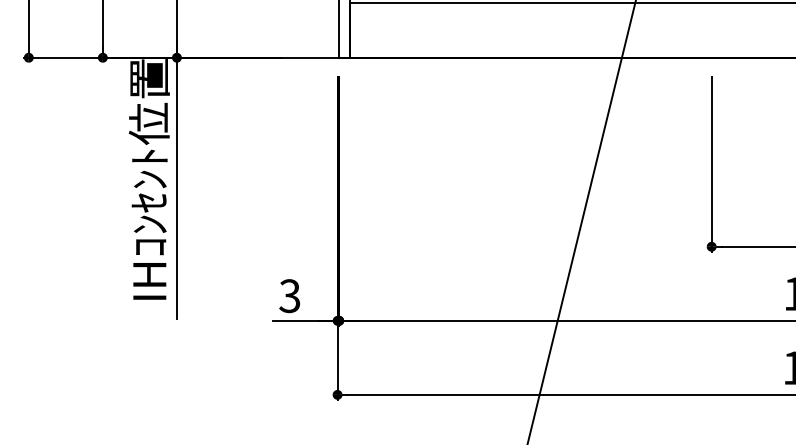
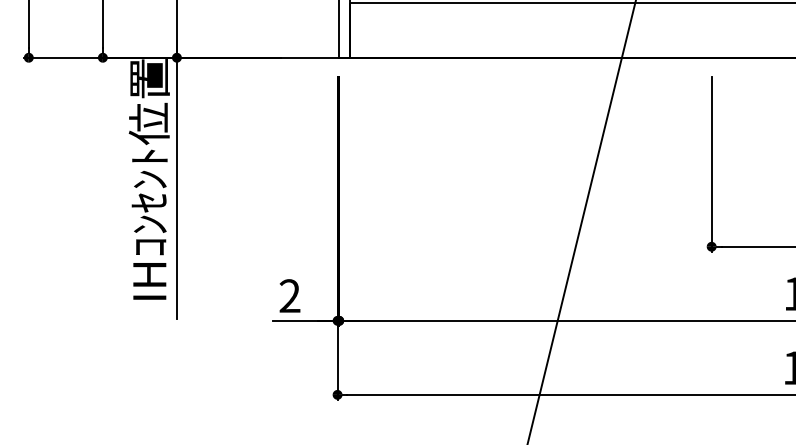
text at (289, 296): 3 -> 2
